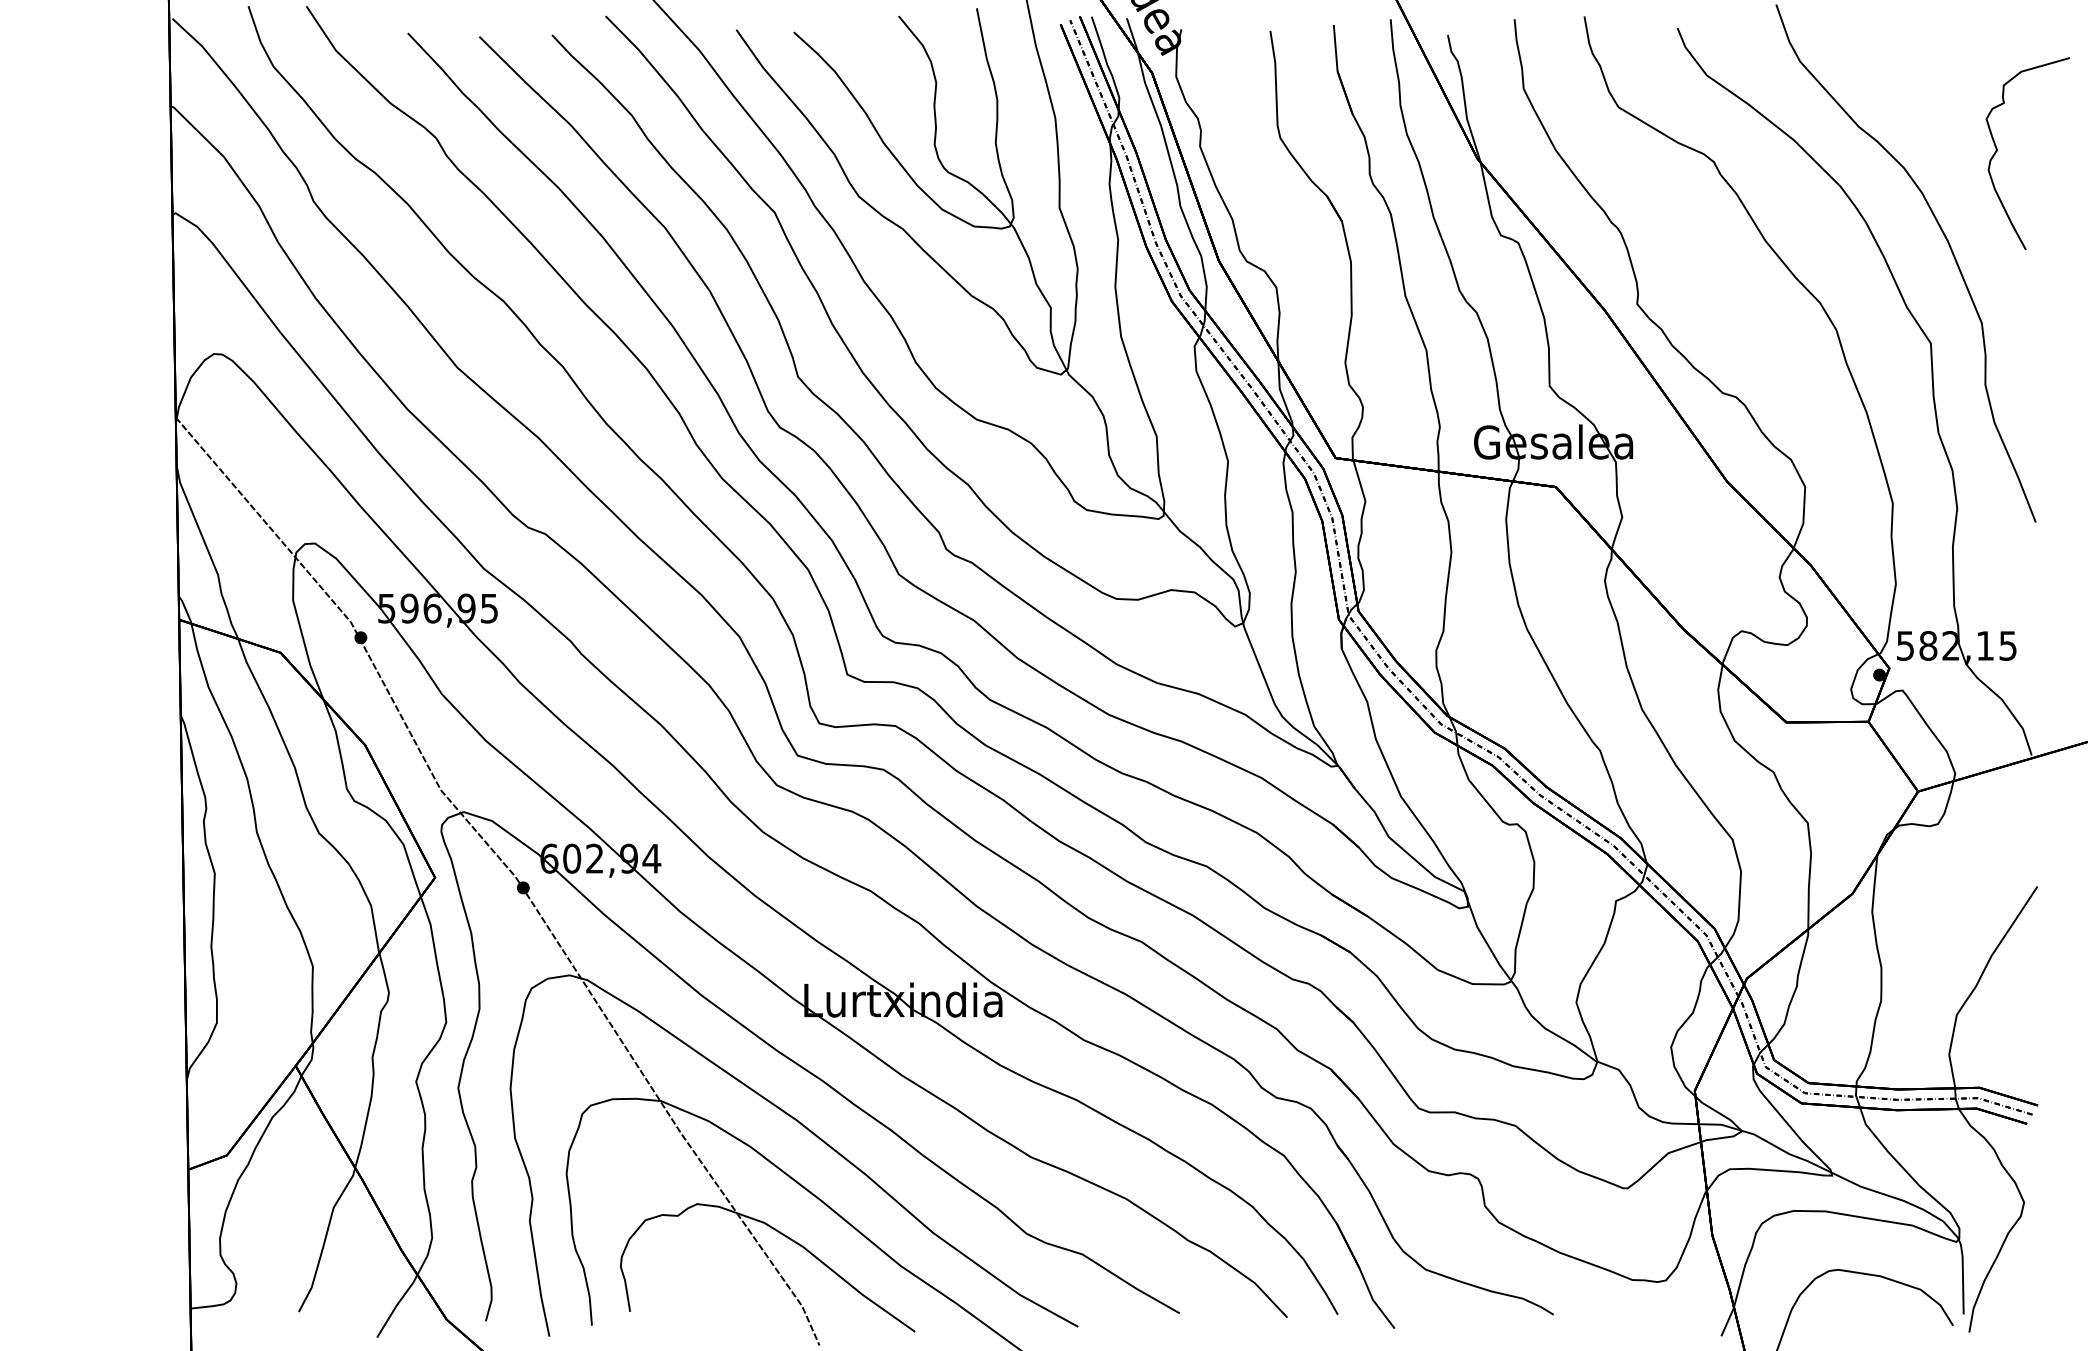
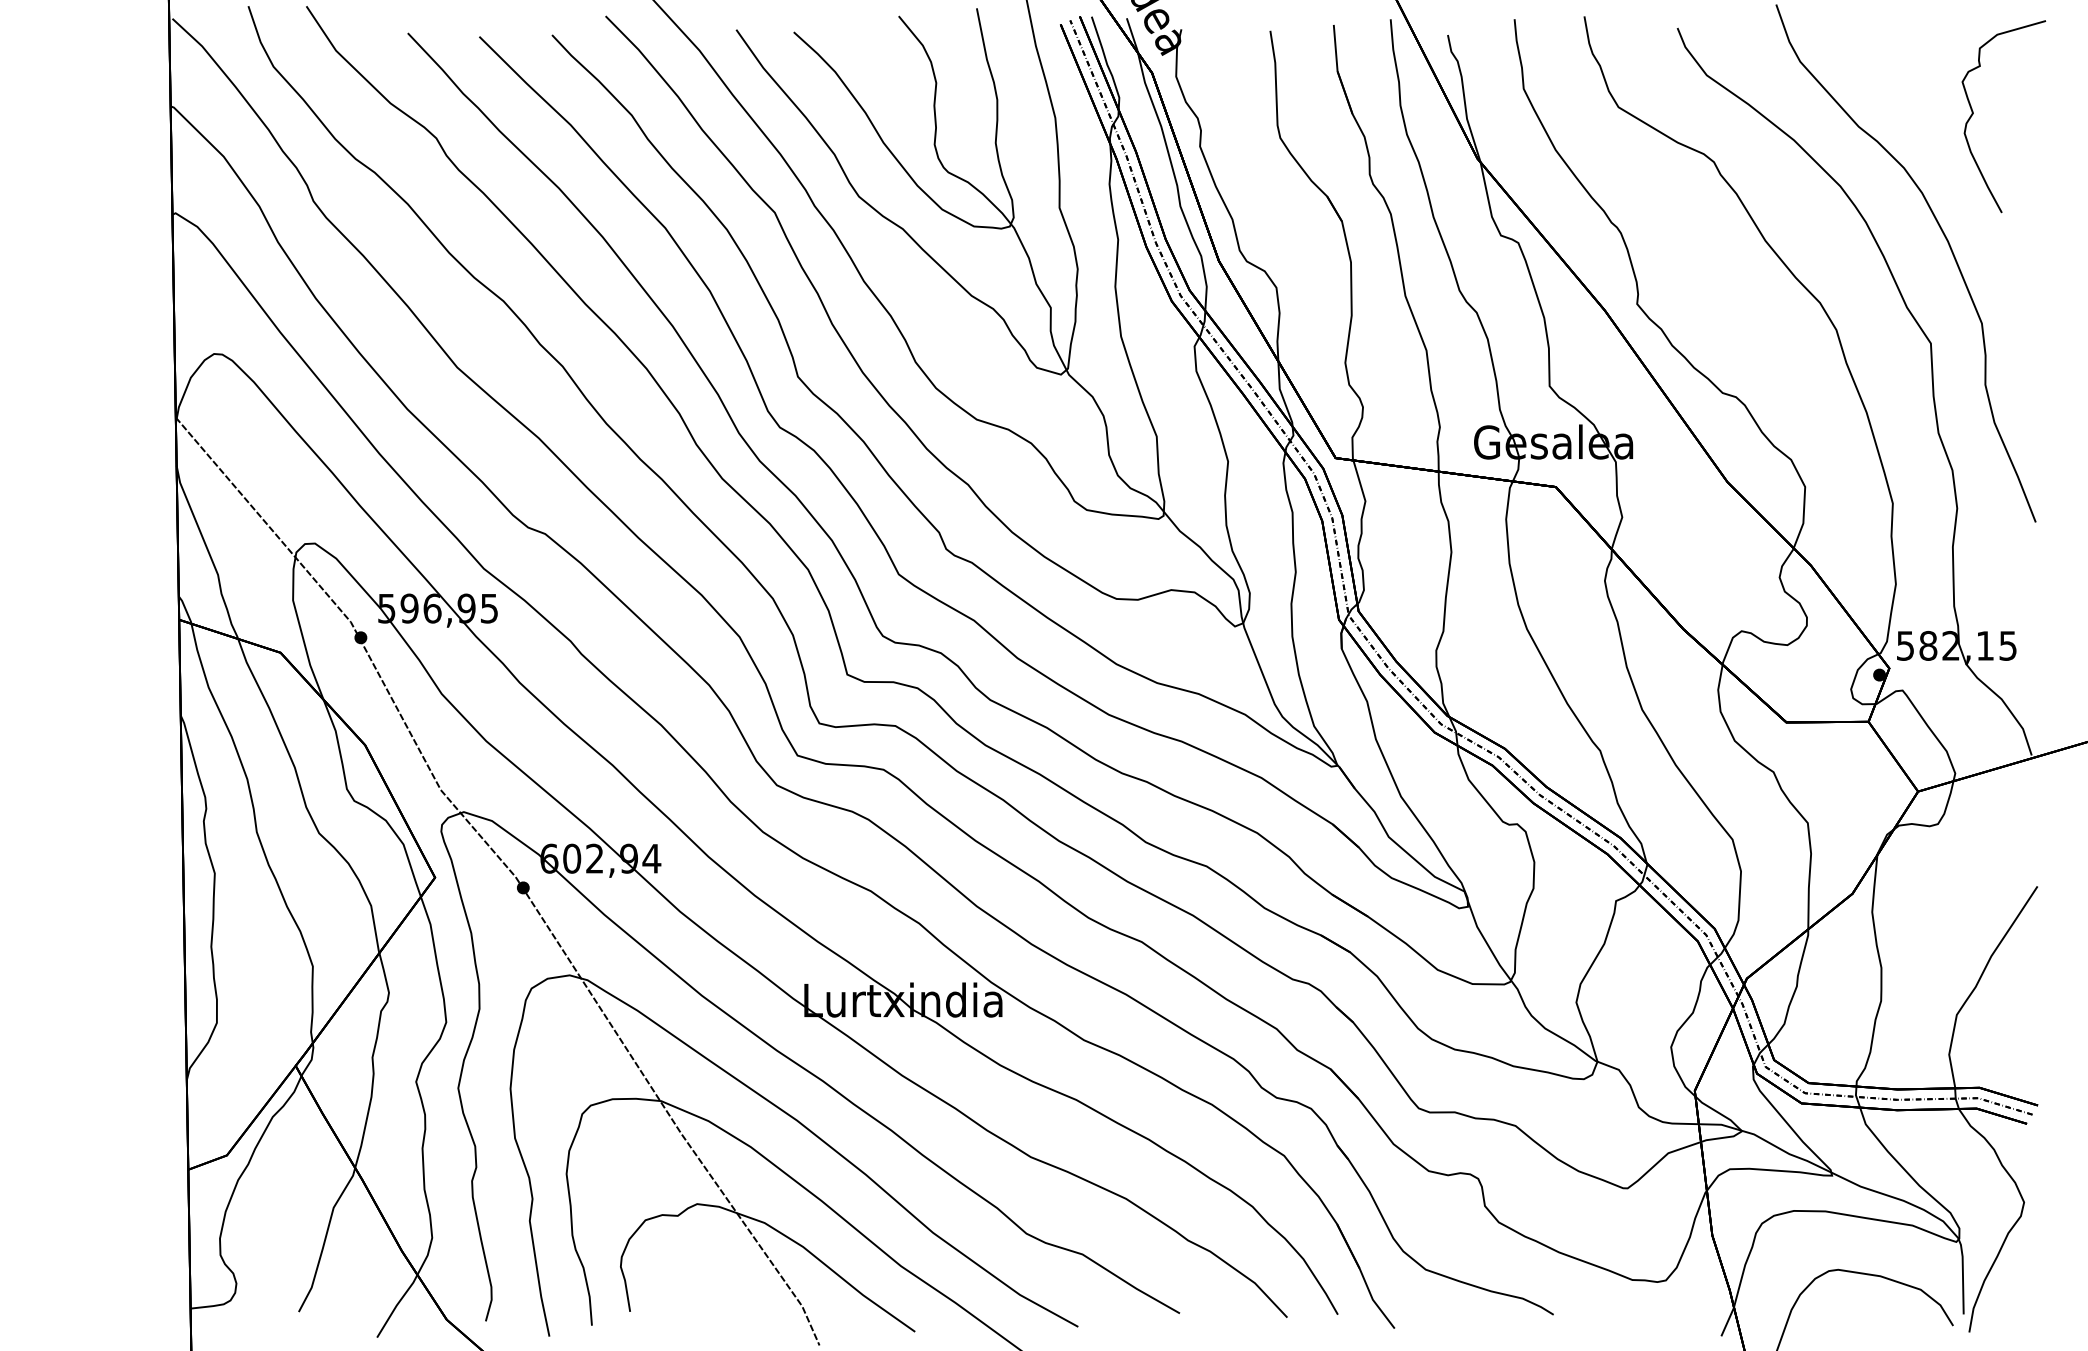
curve at (1997, 151) position: (1997, 151) -> (1973, 114)
